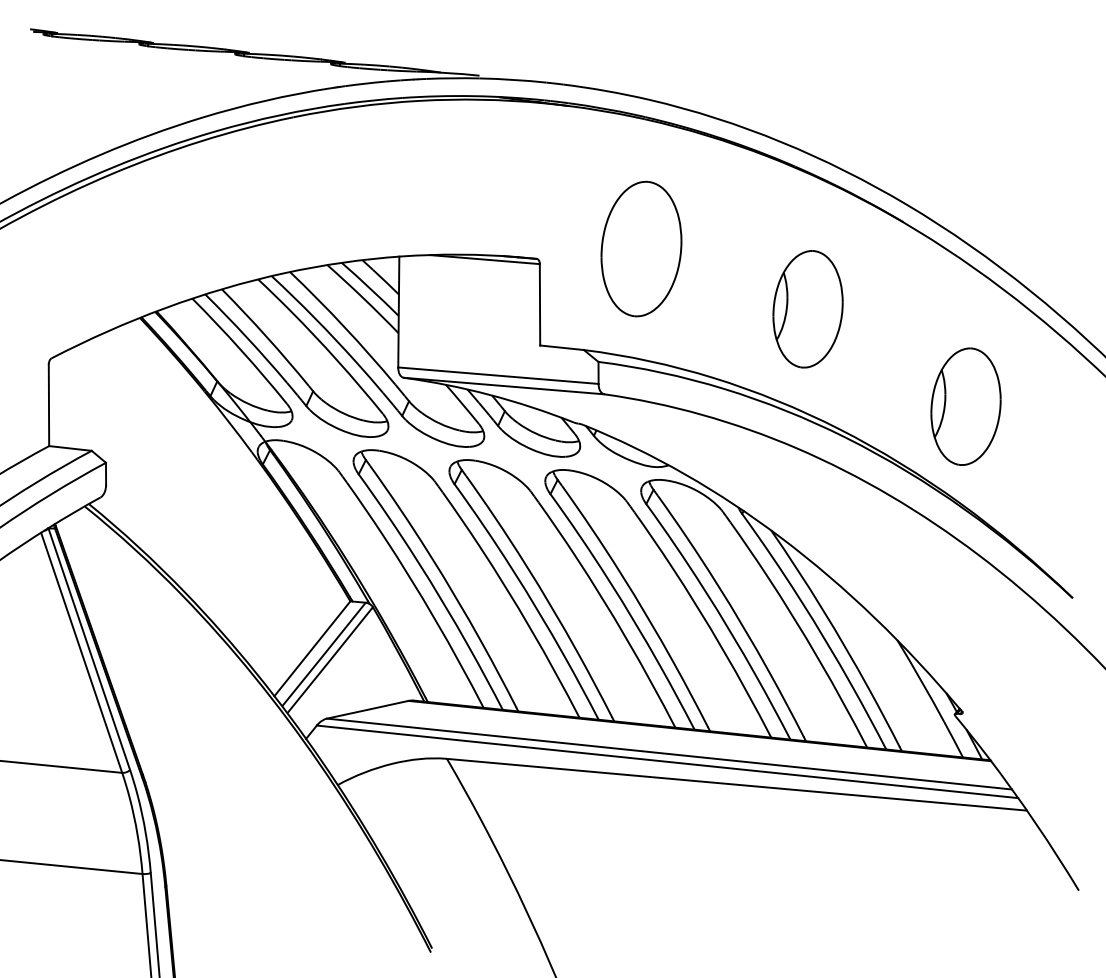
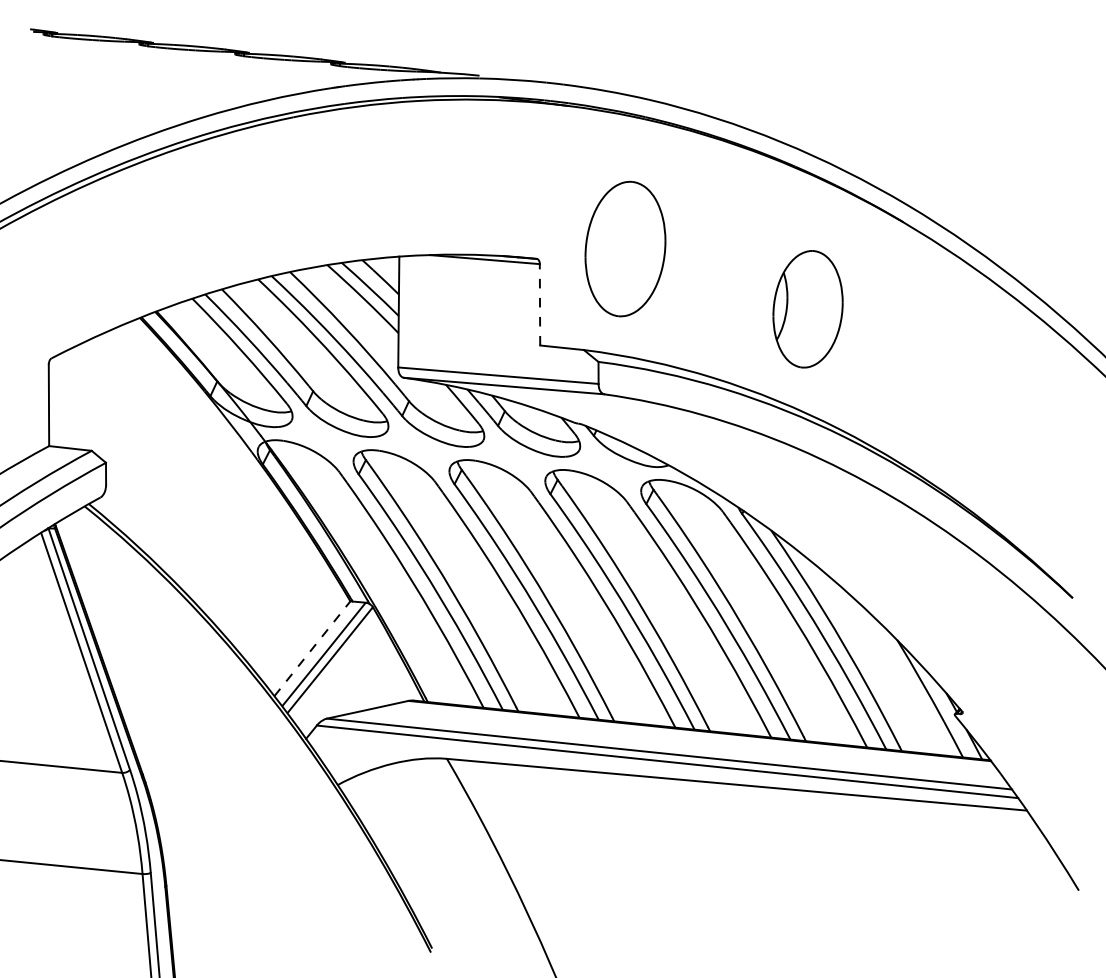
part at (641, 248) position: (641, 248) -> (625, 248)
line at (540, 304): solid -> dashed
part at (965, 406): present -> none
line at (312, 648): solid -> dashed
